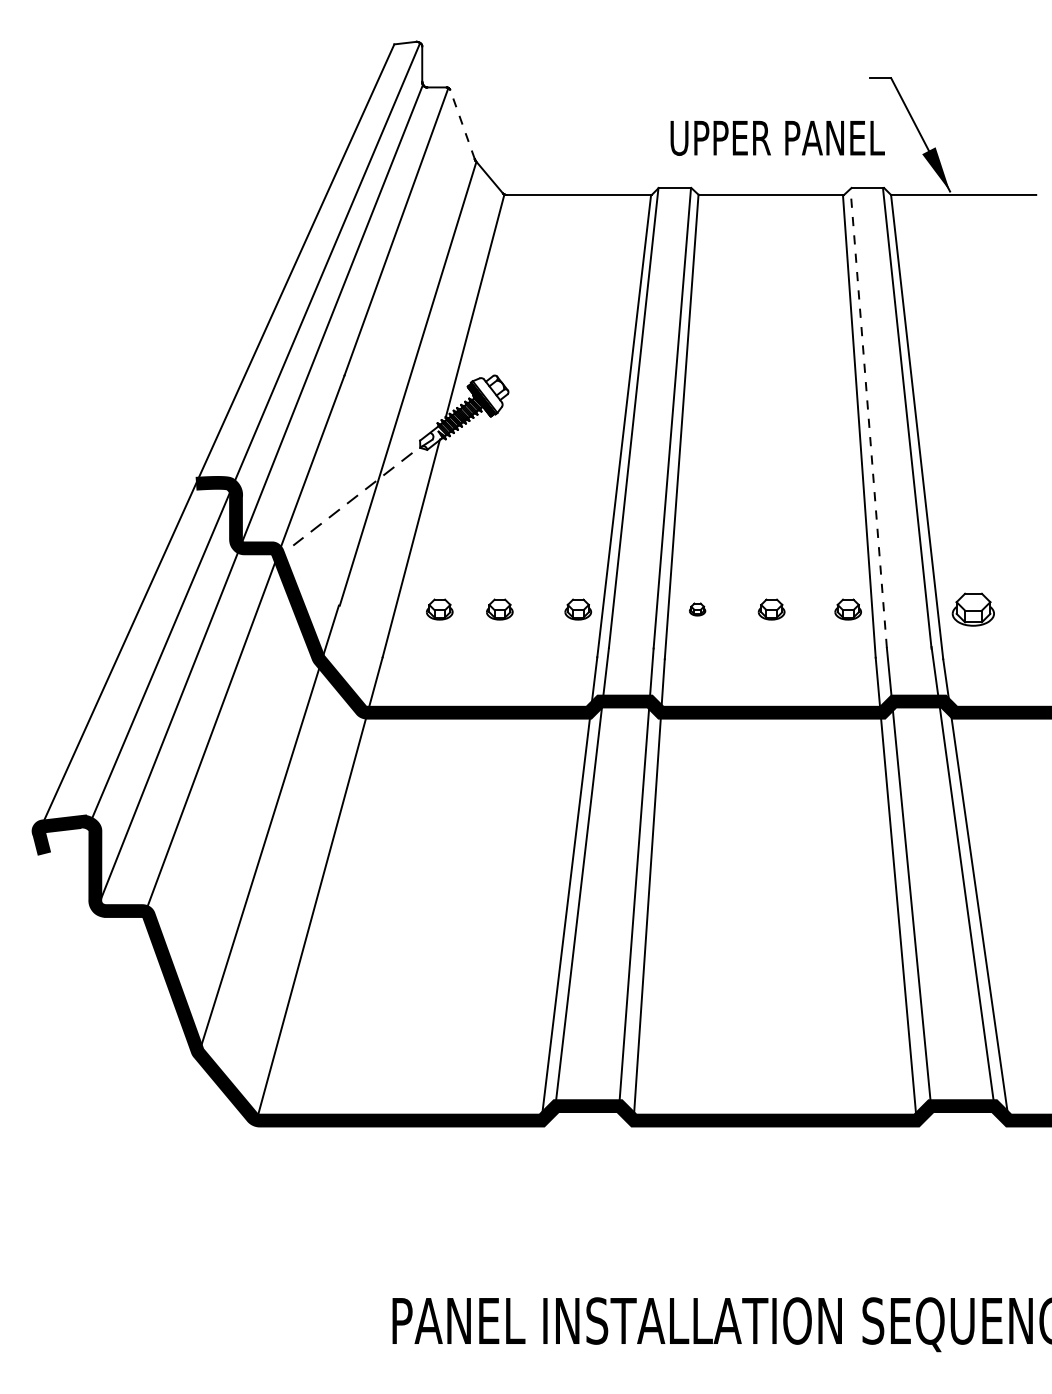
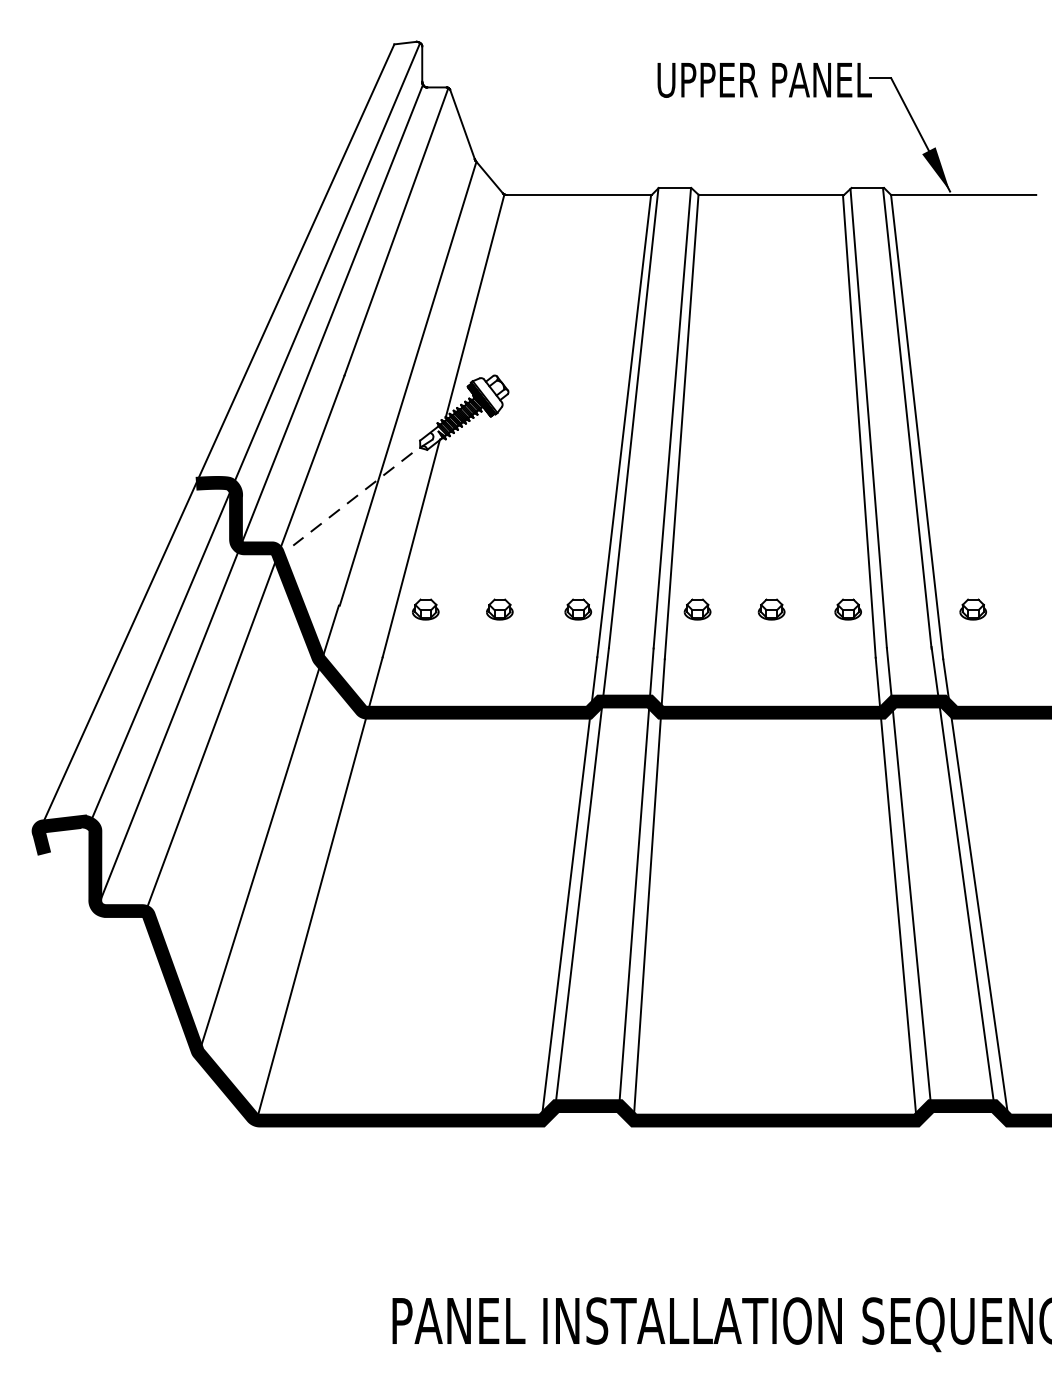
line at (462, 124): dashed -> solid
text at (777, 138) position: (777, 138) -> (764, 80)
line at (868, 417): dashed -> solid
part at (439, 609) position: (439, 609) -> (425, 609)
part at (697, 609) size: 18x15 px -> 29x23 px
part at (972, 609) size: 44x35 px -> 28x23 px
